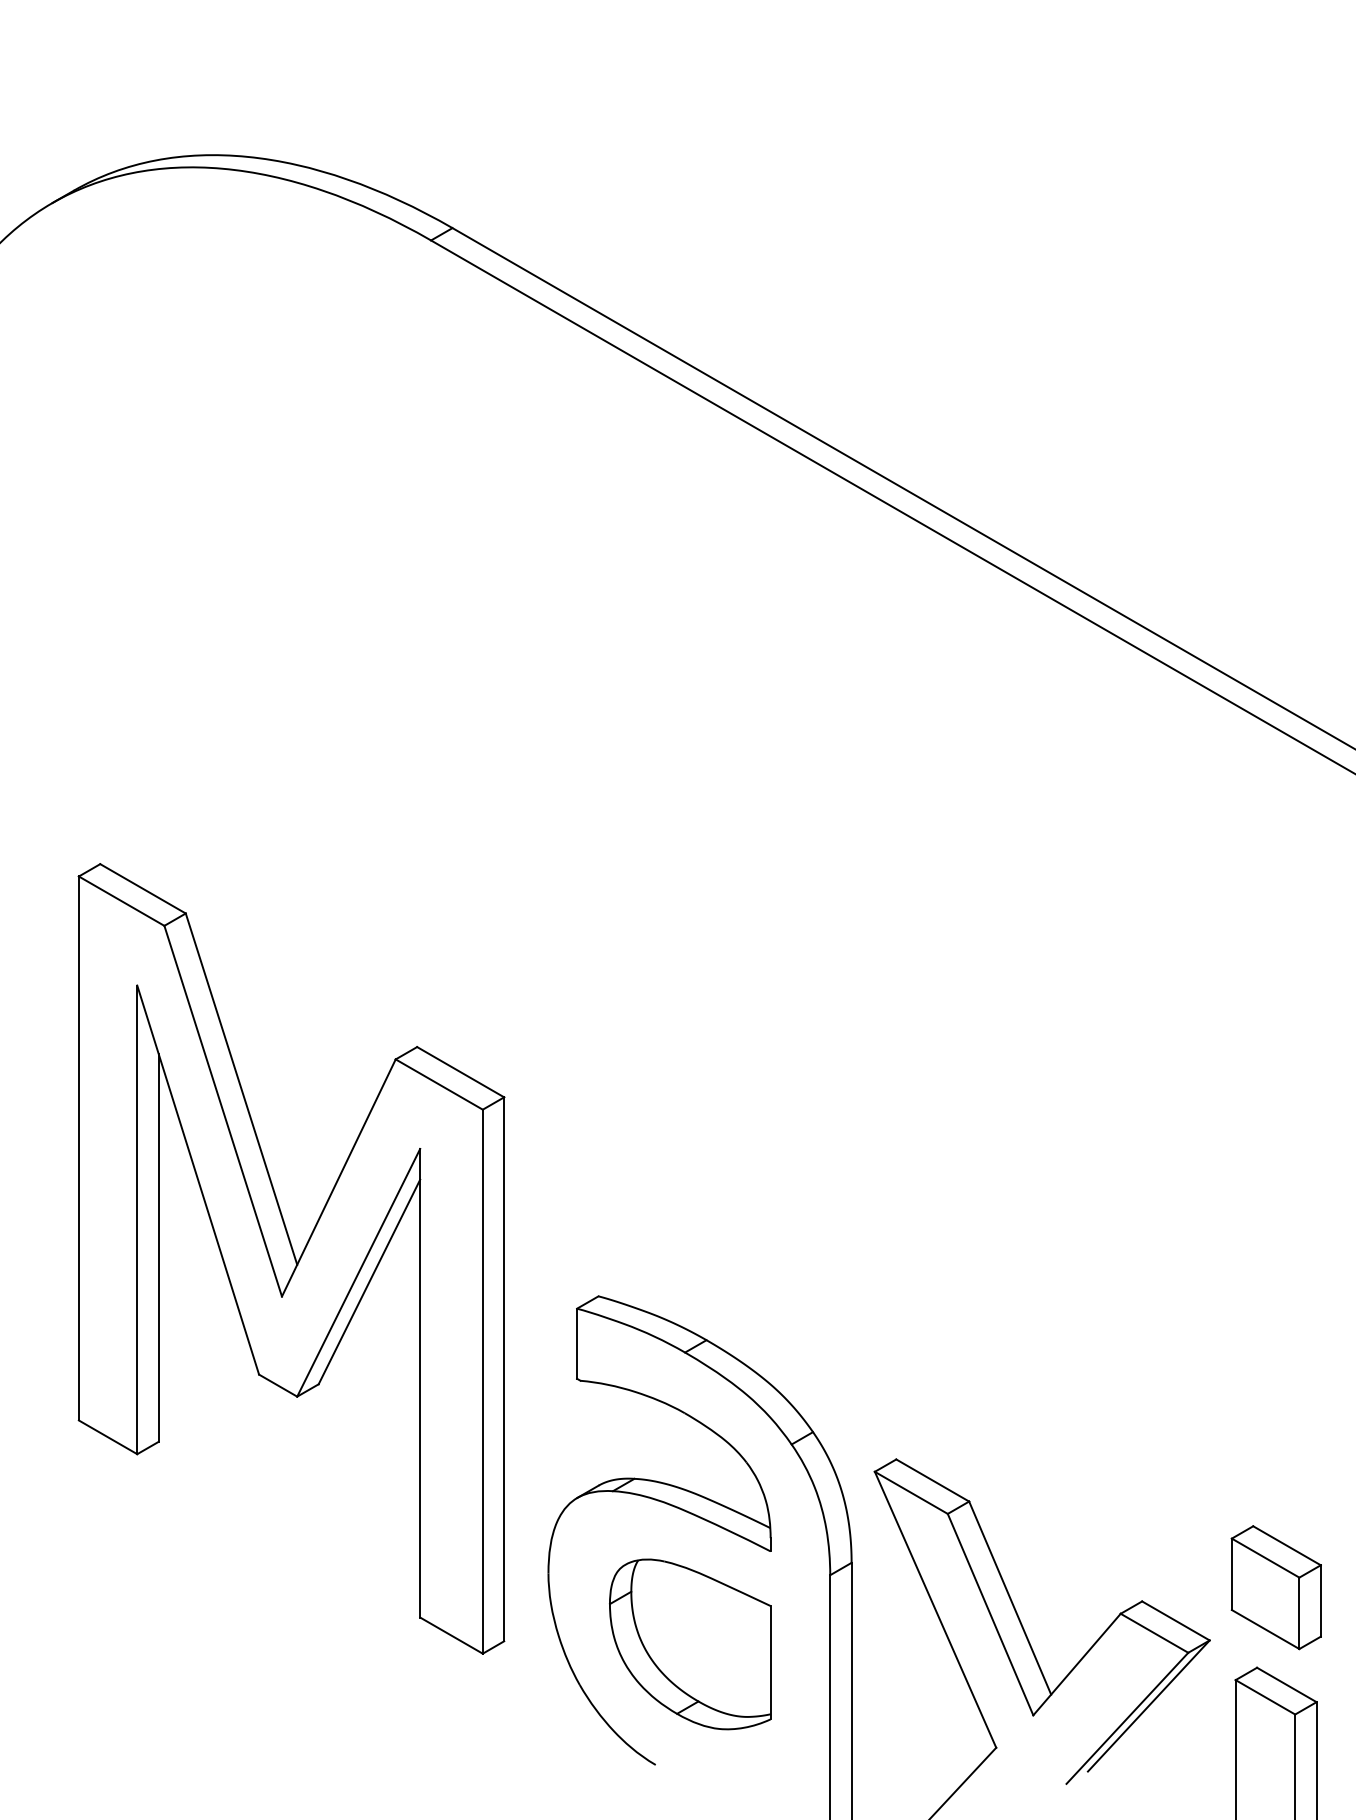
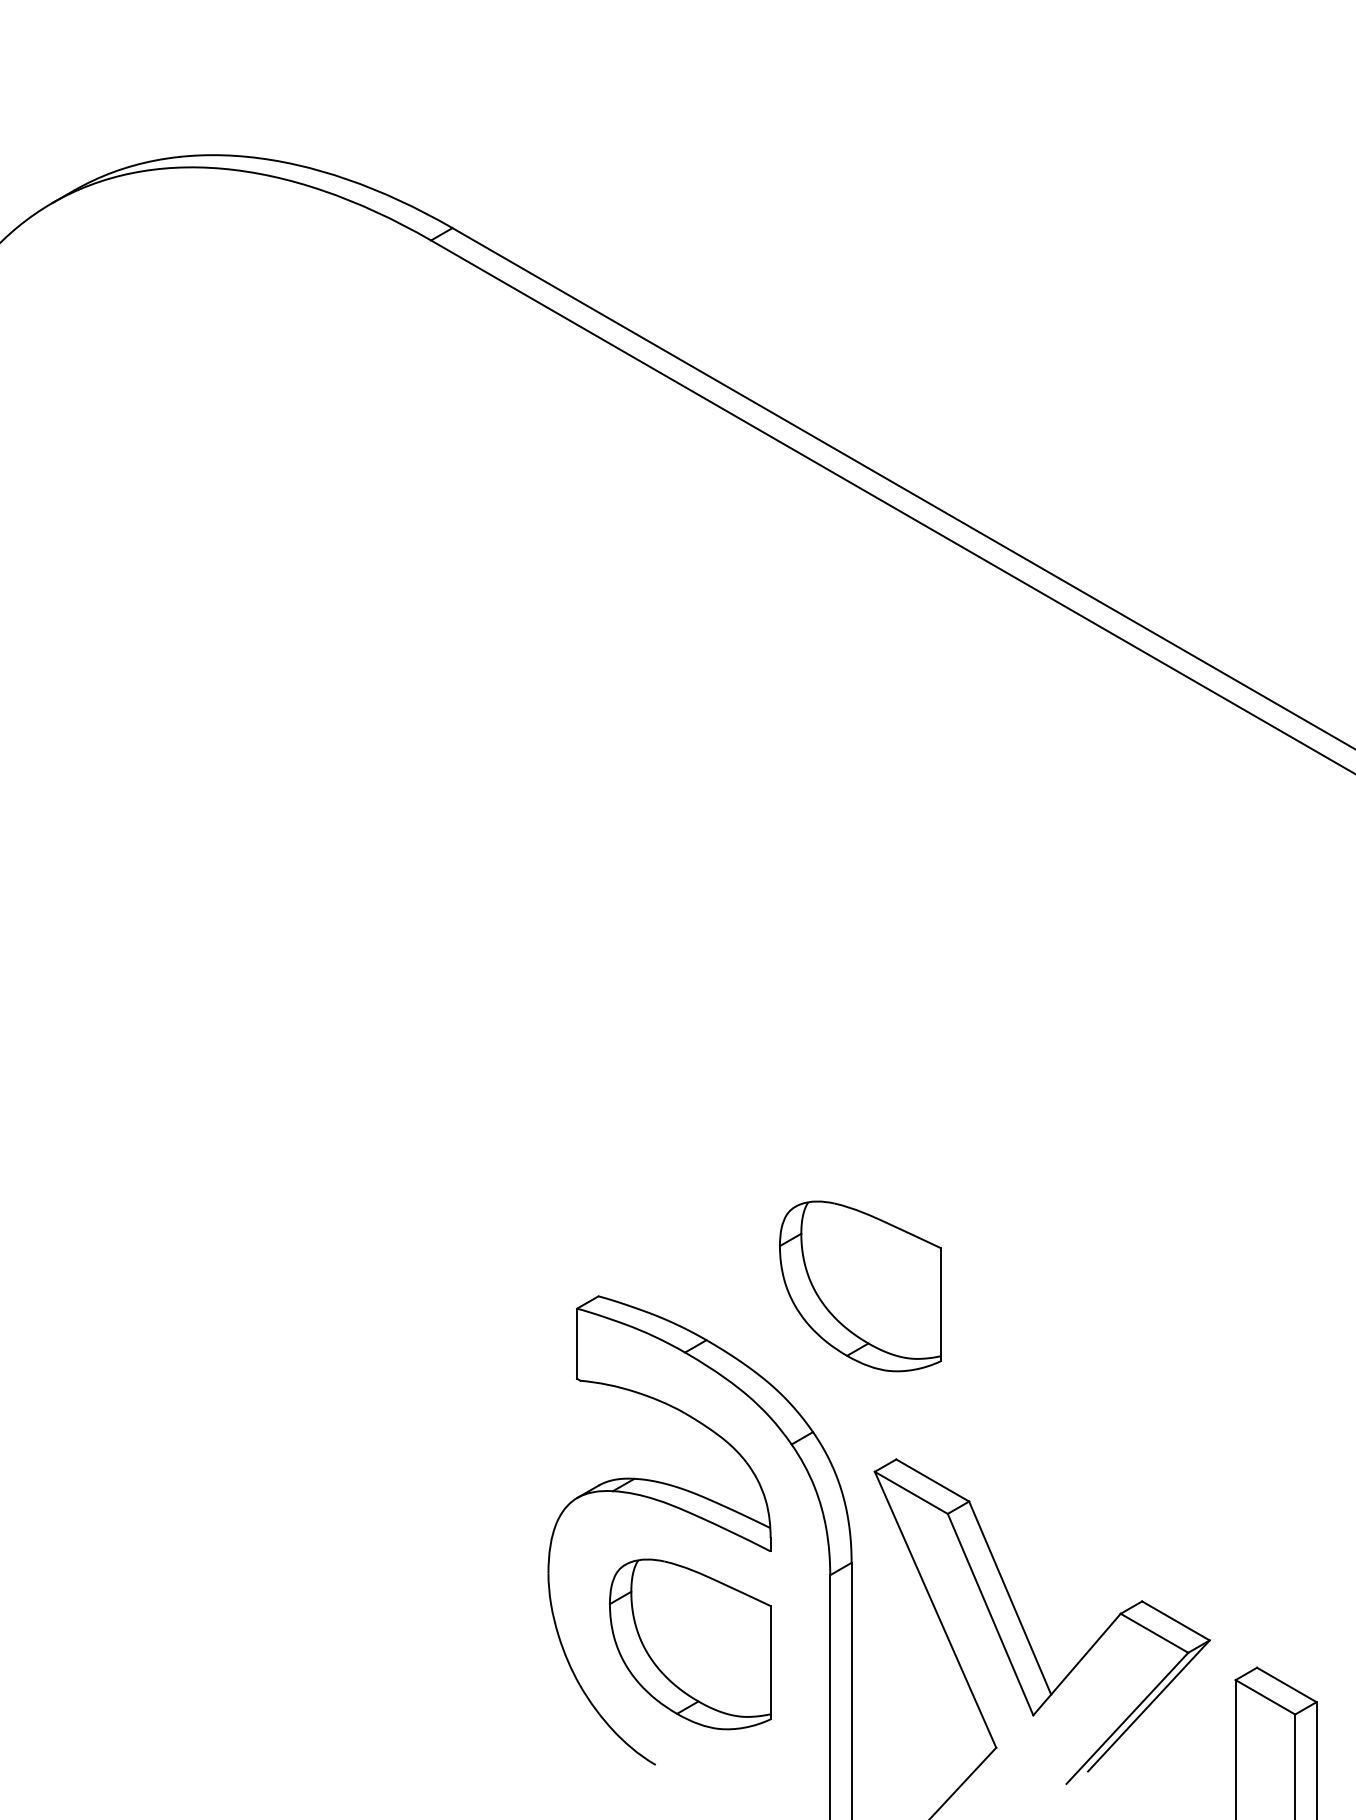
part at (291, 1258): present -> none
part at (860, 1286): none -> present
part at (1275, 1587): present -> none
